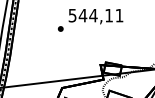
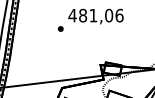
text at (95, 15): 544,11 -> 481,06
